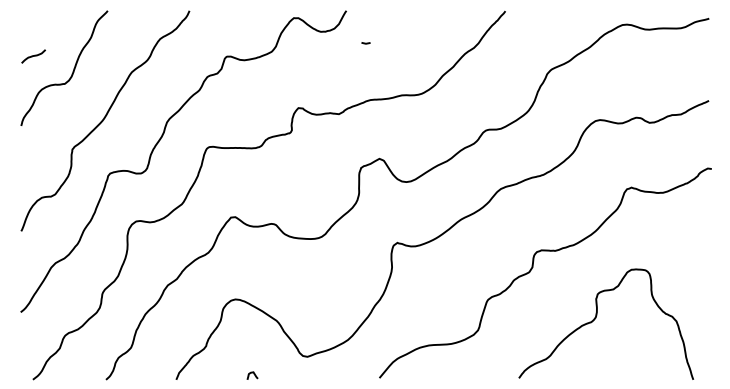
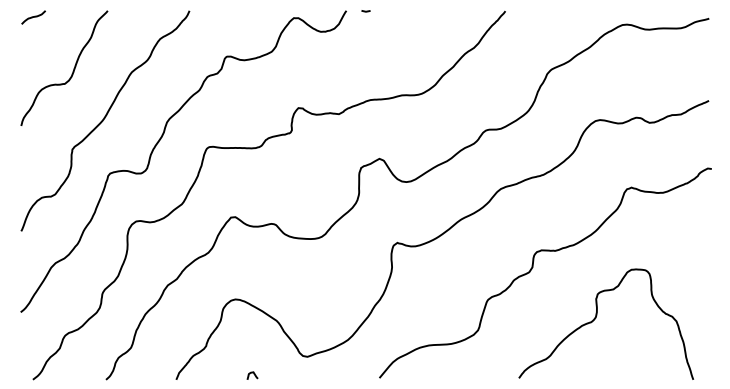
line at (365, 43) position: (365, 43) -> (365, 11)
curve at (33, 56) position: (33, 56) -> (33, 17)
